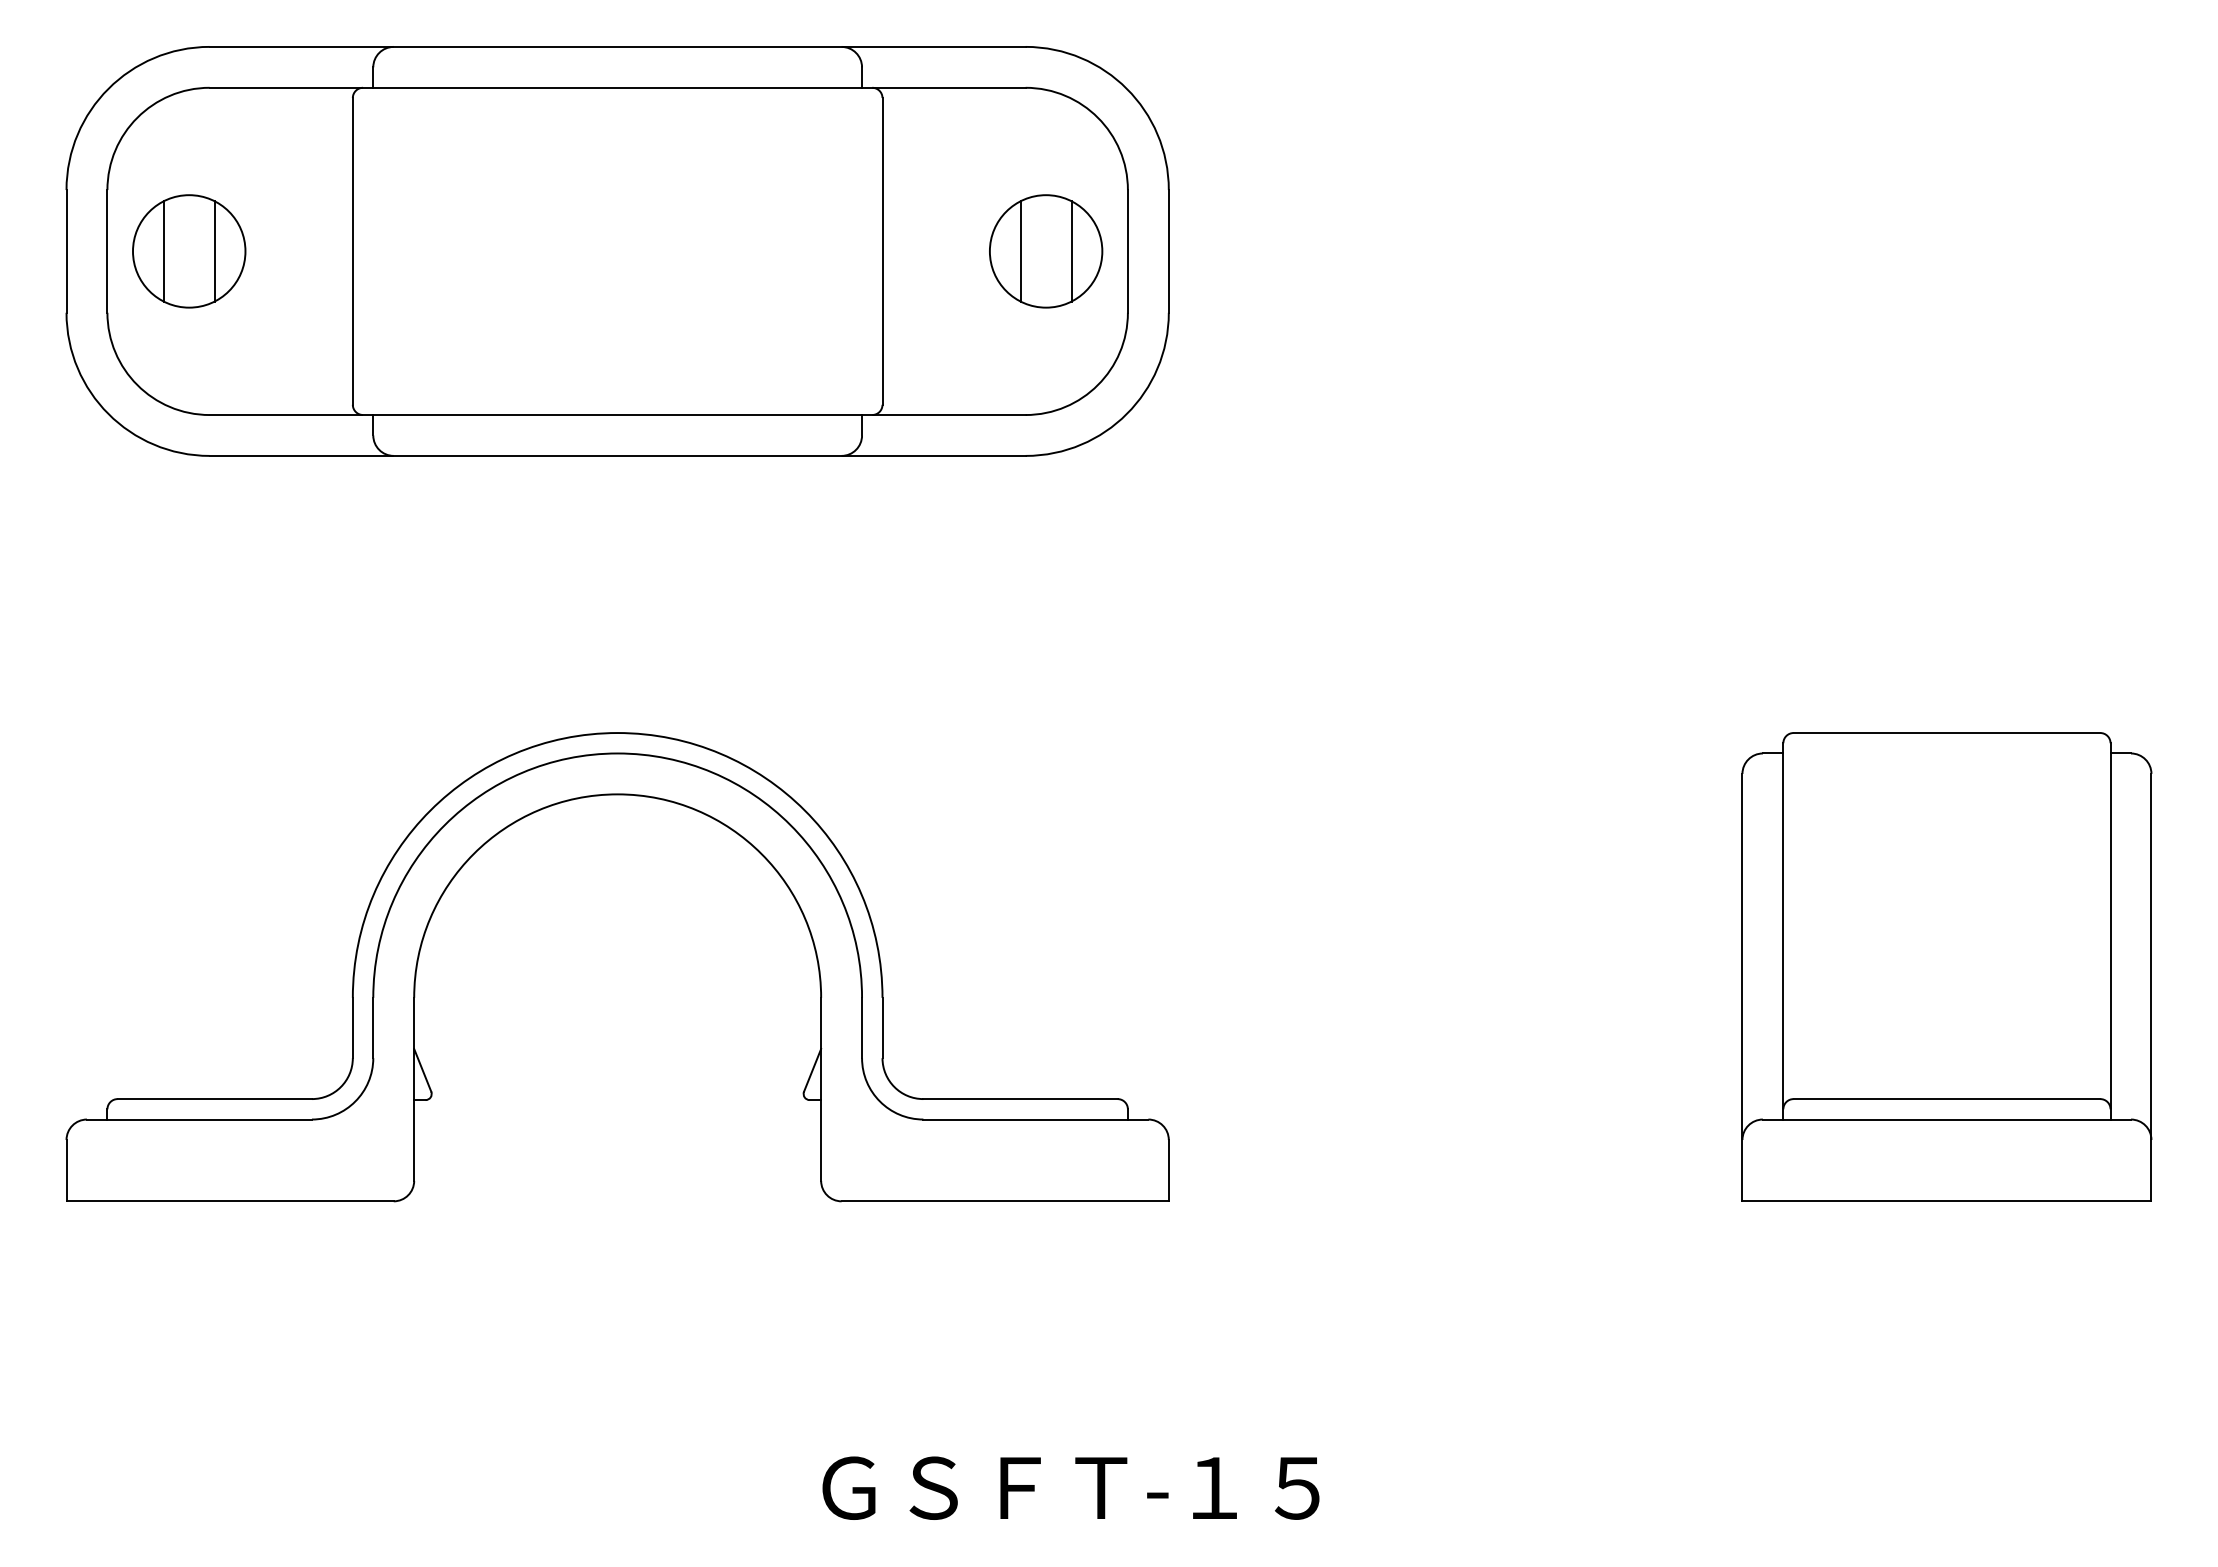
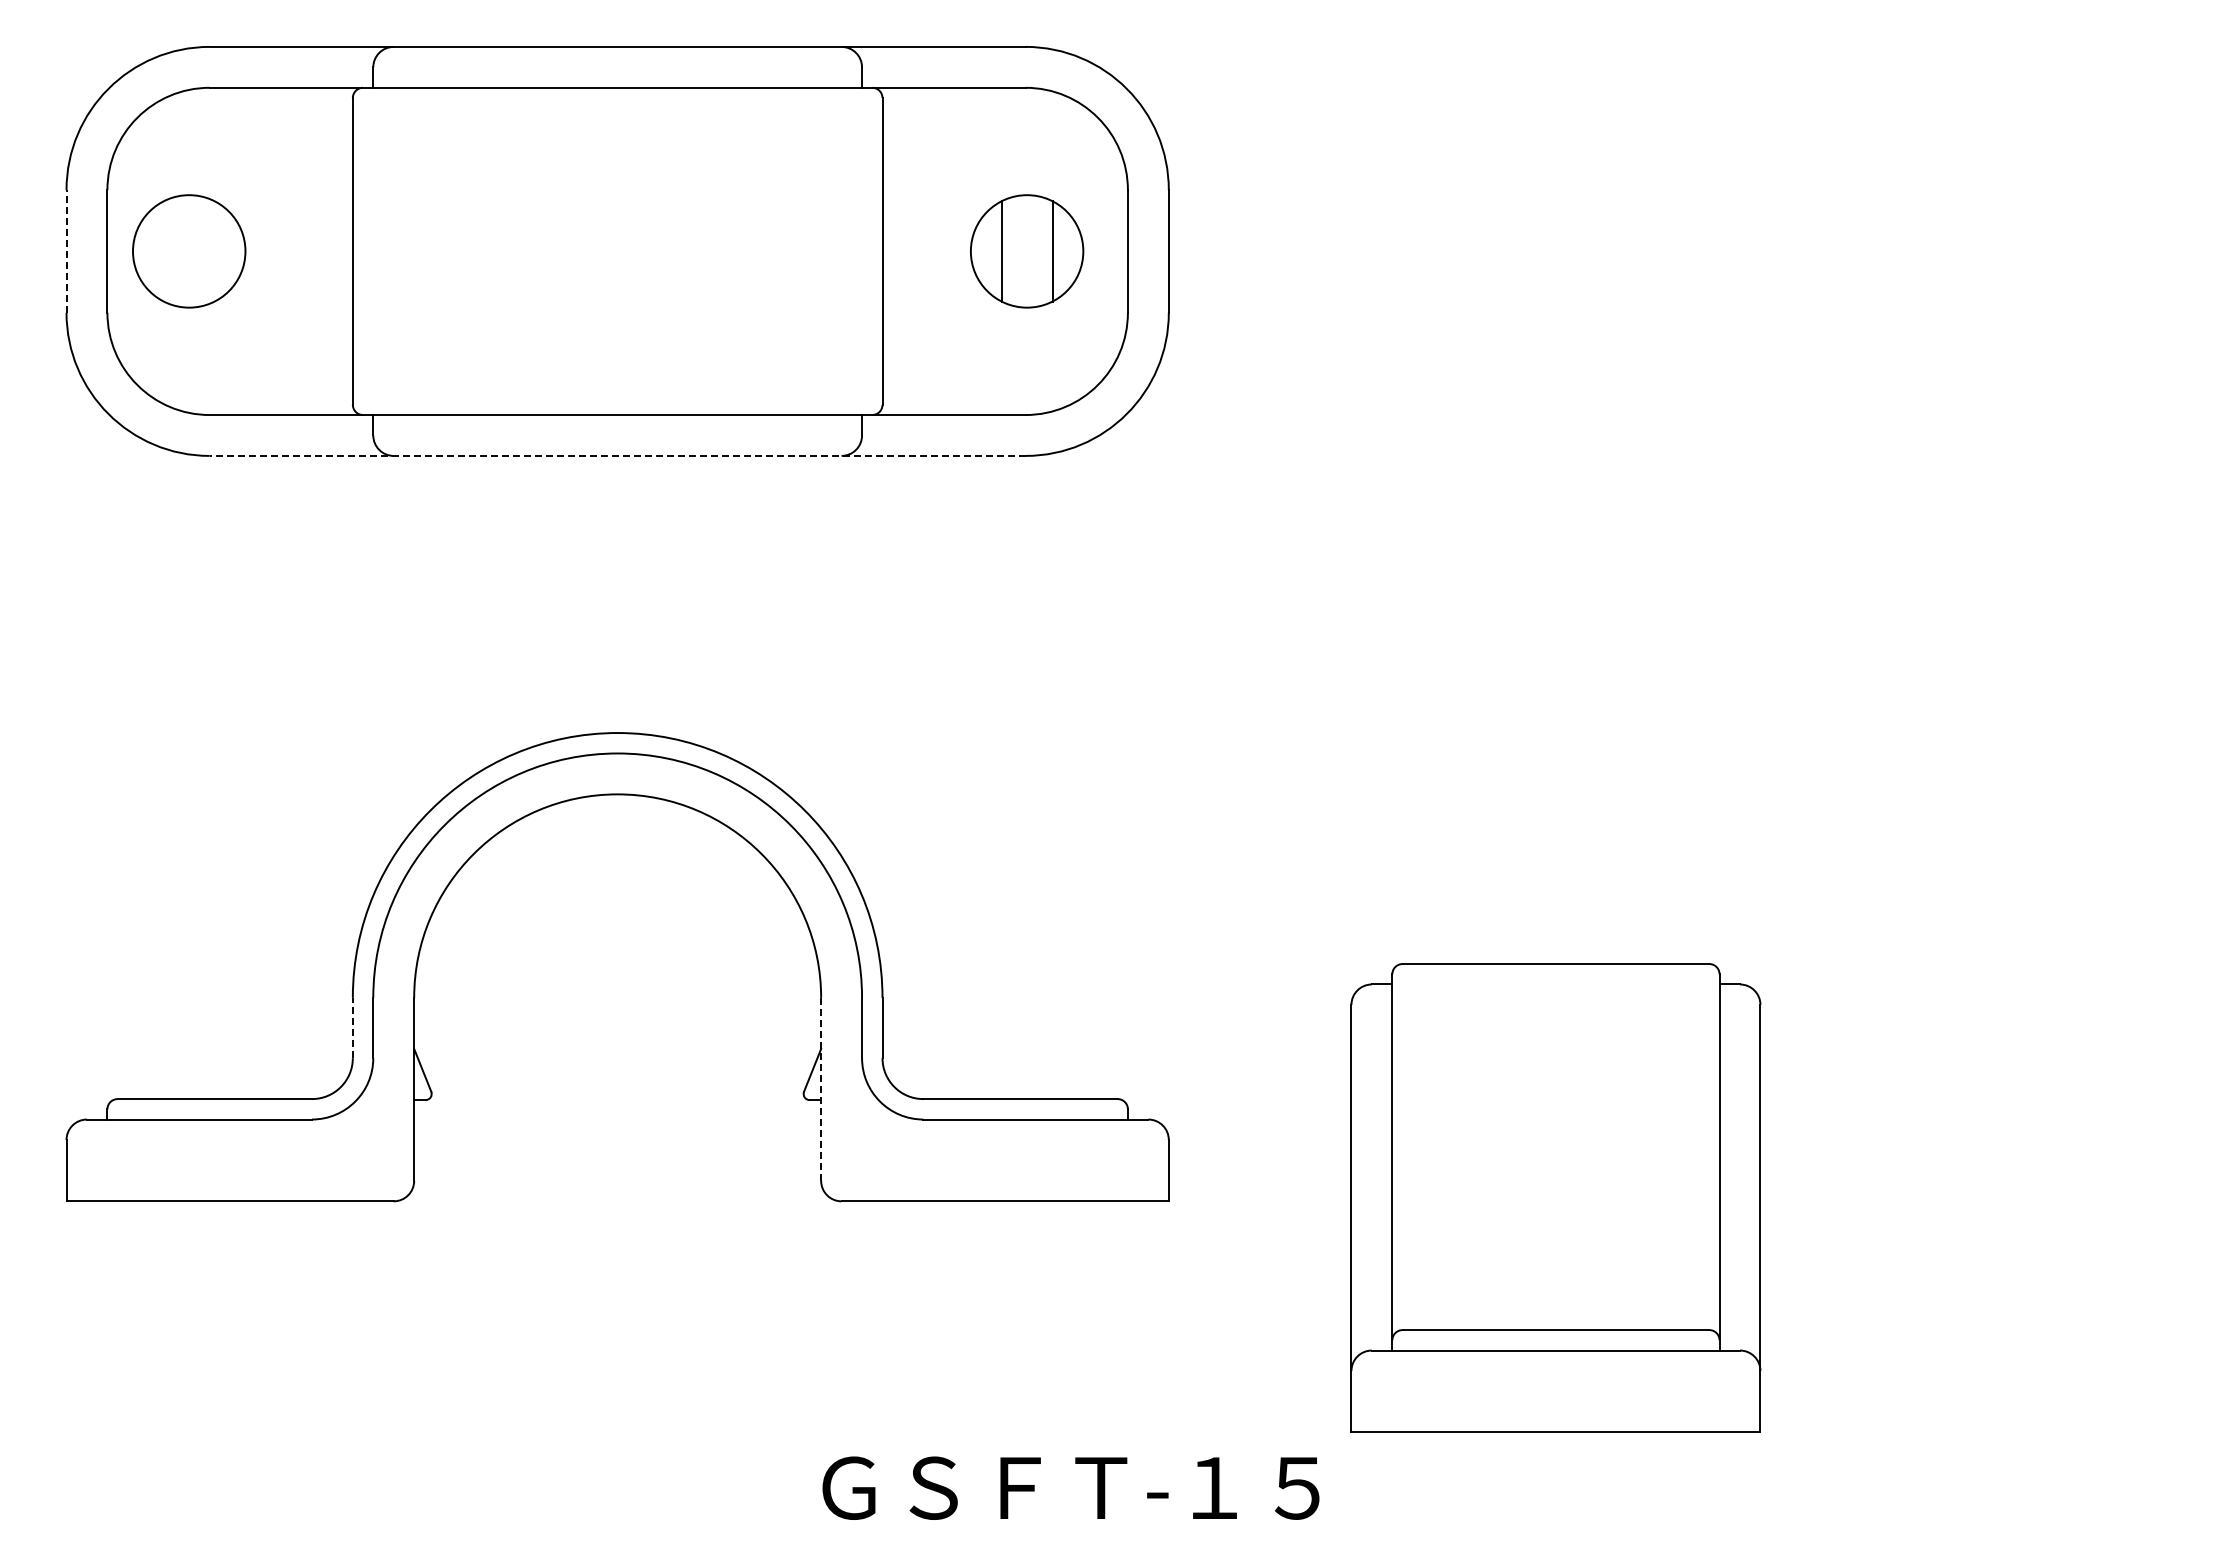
line at (66, 250): solid -> dashed
line at (163, 251): present -> none
line at (214, 251): present -> none
part at (1046, 251) position: (1046, 251) -> (1027, 251)
line at (617, 455): solid -> dashed
part at (1946, 966) position: (1946, 966) -> (1555, 1197)
line at (352, 1027): solid -> dashed
line at (821, 1089): solid -> dashed
